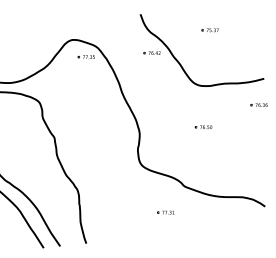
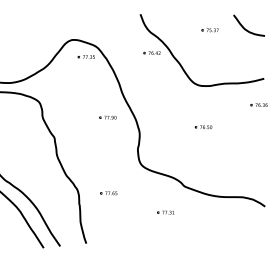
curve at (247, 29): none -> present
part at (107, 117): none -> present
part at (108, 193): none -> present
